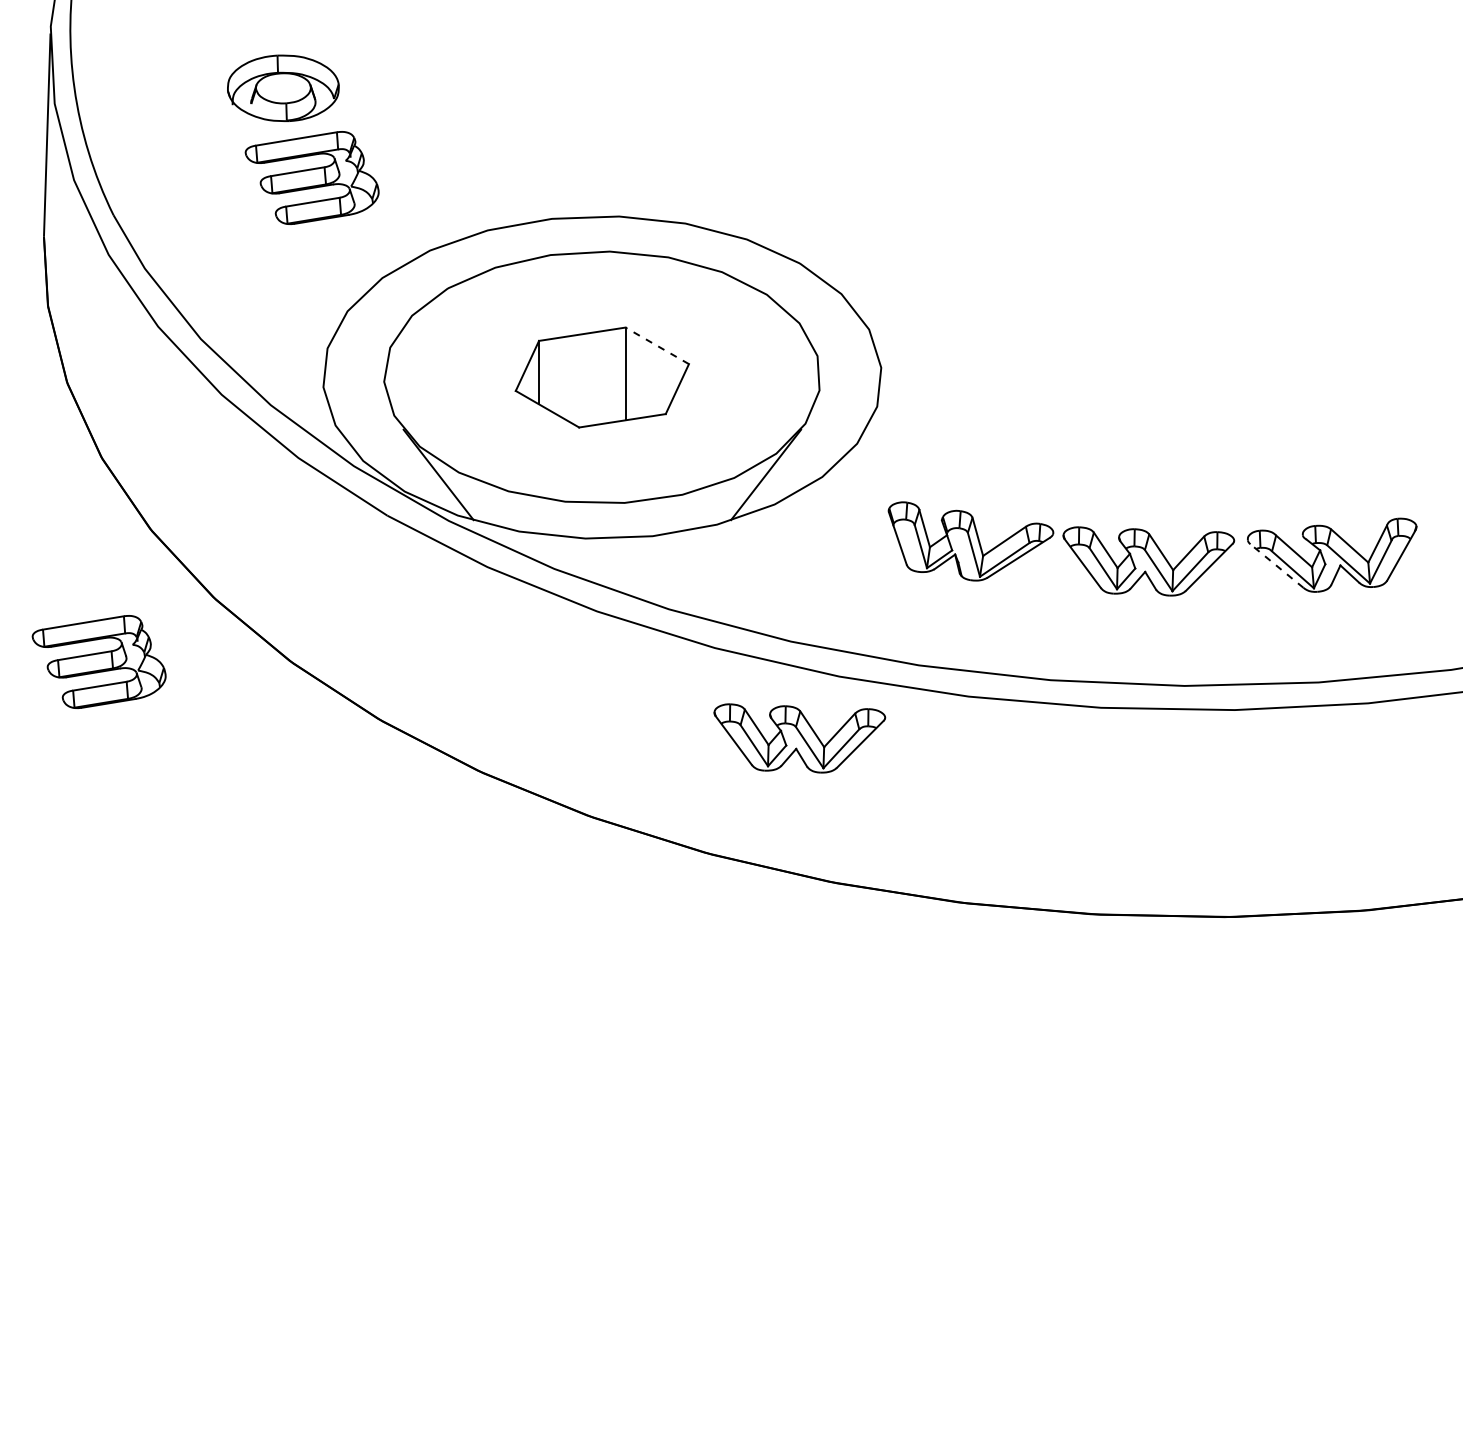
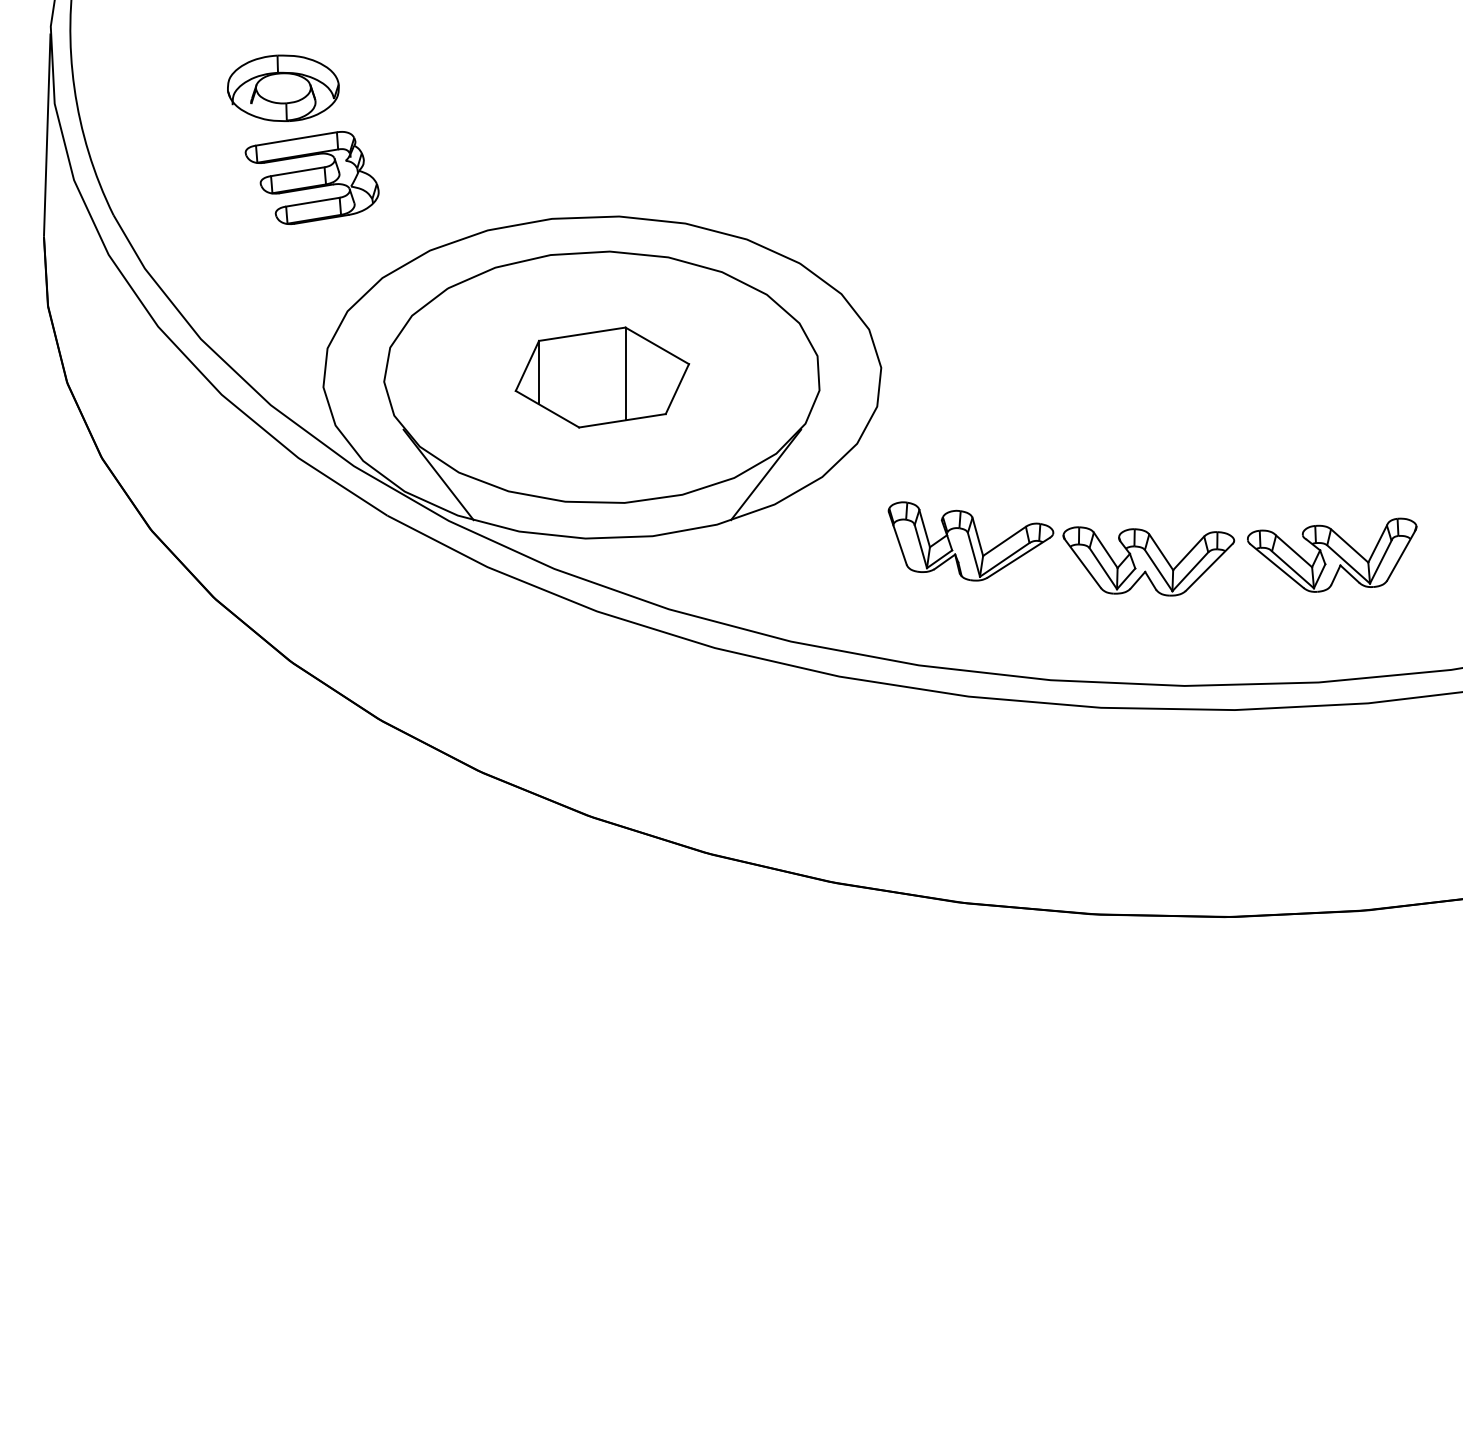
line at (657, 345): dashed -> solid
line at (1276, 565): dashed -> solid
part at (98, 661): present -> none
part at (799, 738): present -> none
